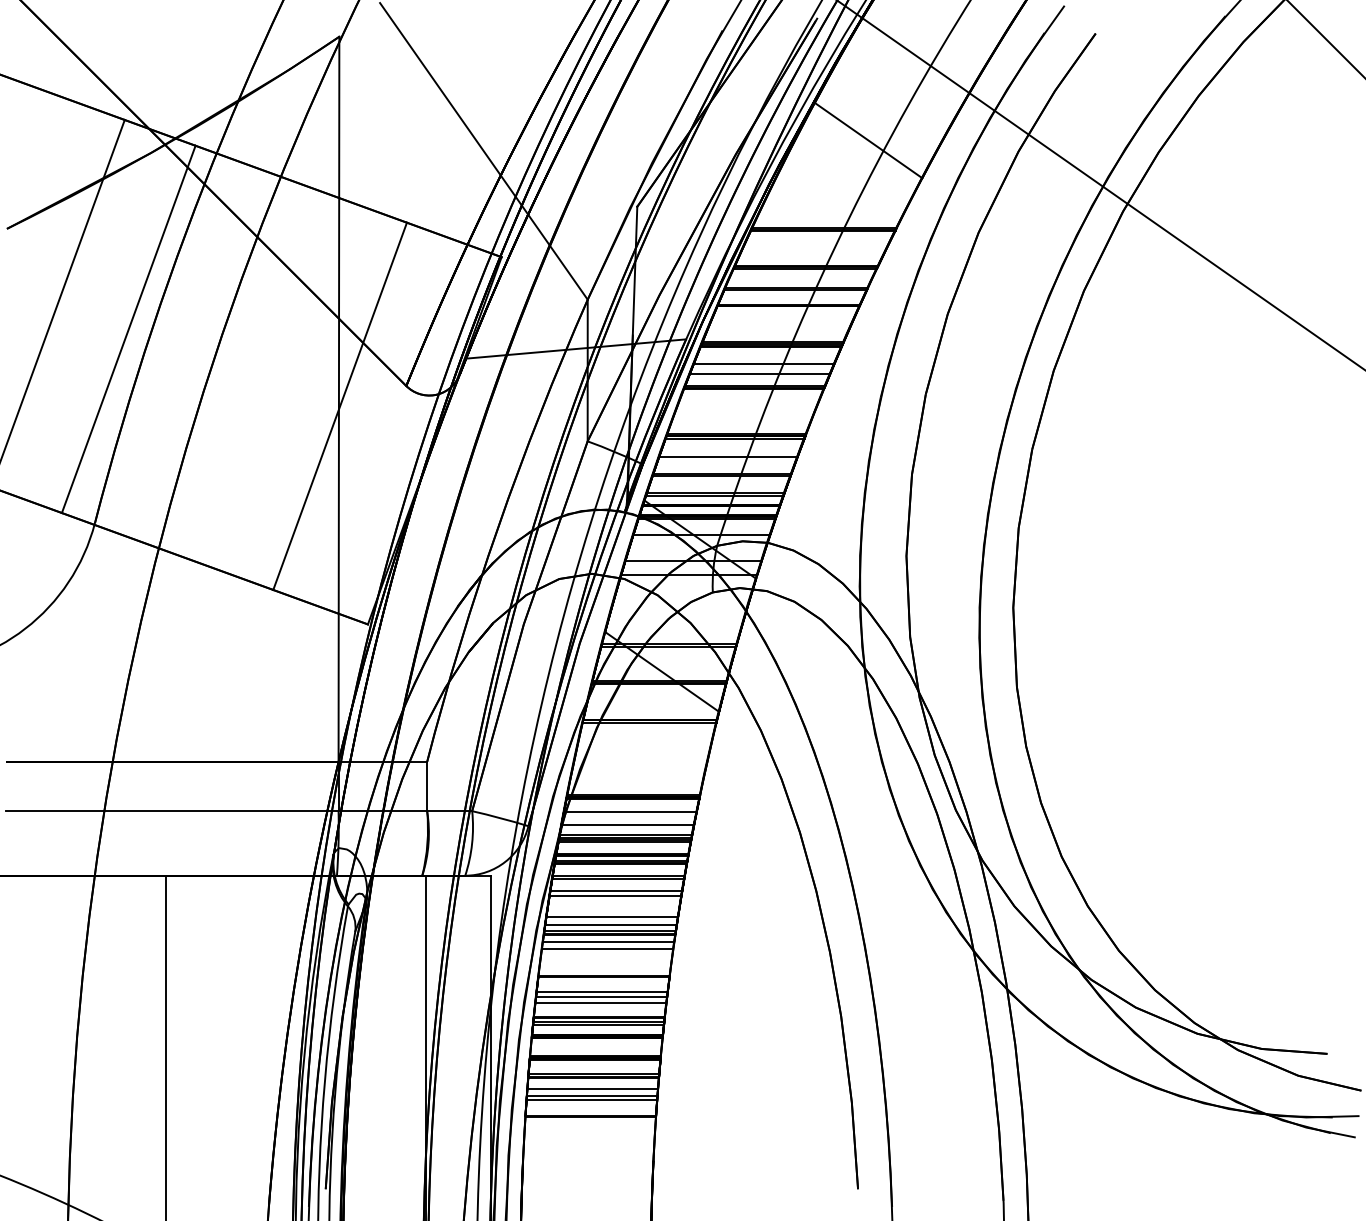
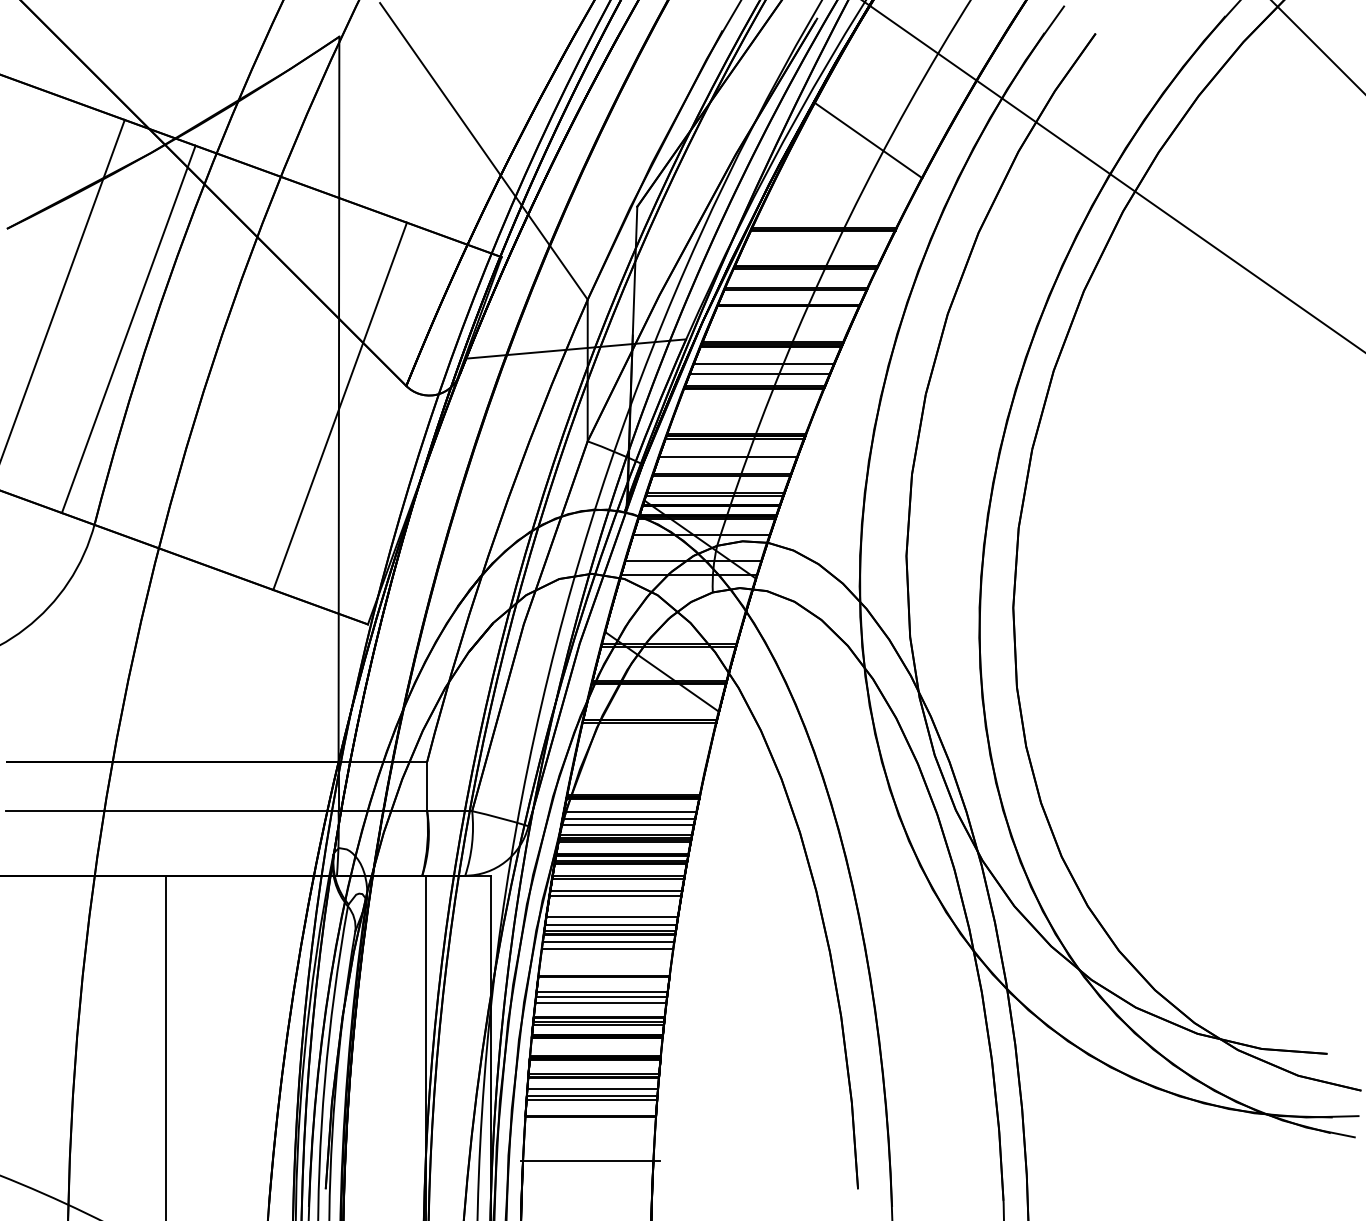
line at (1325, 38) position: (1325, 38) -> (1317, 47)
line at (1100, 185) position: (1100, 185) -> (1113, 176)
line at (628, 818): none -> present
line at (589, 1160): none -> present
